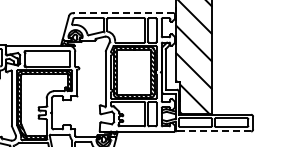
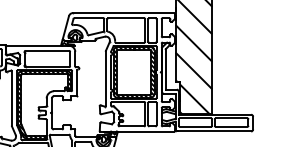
line at (123, 13): dashed -> solid
line at (214, 131): dashed -> solid
